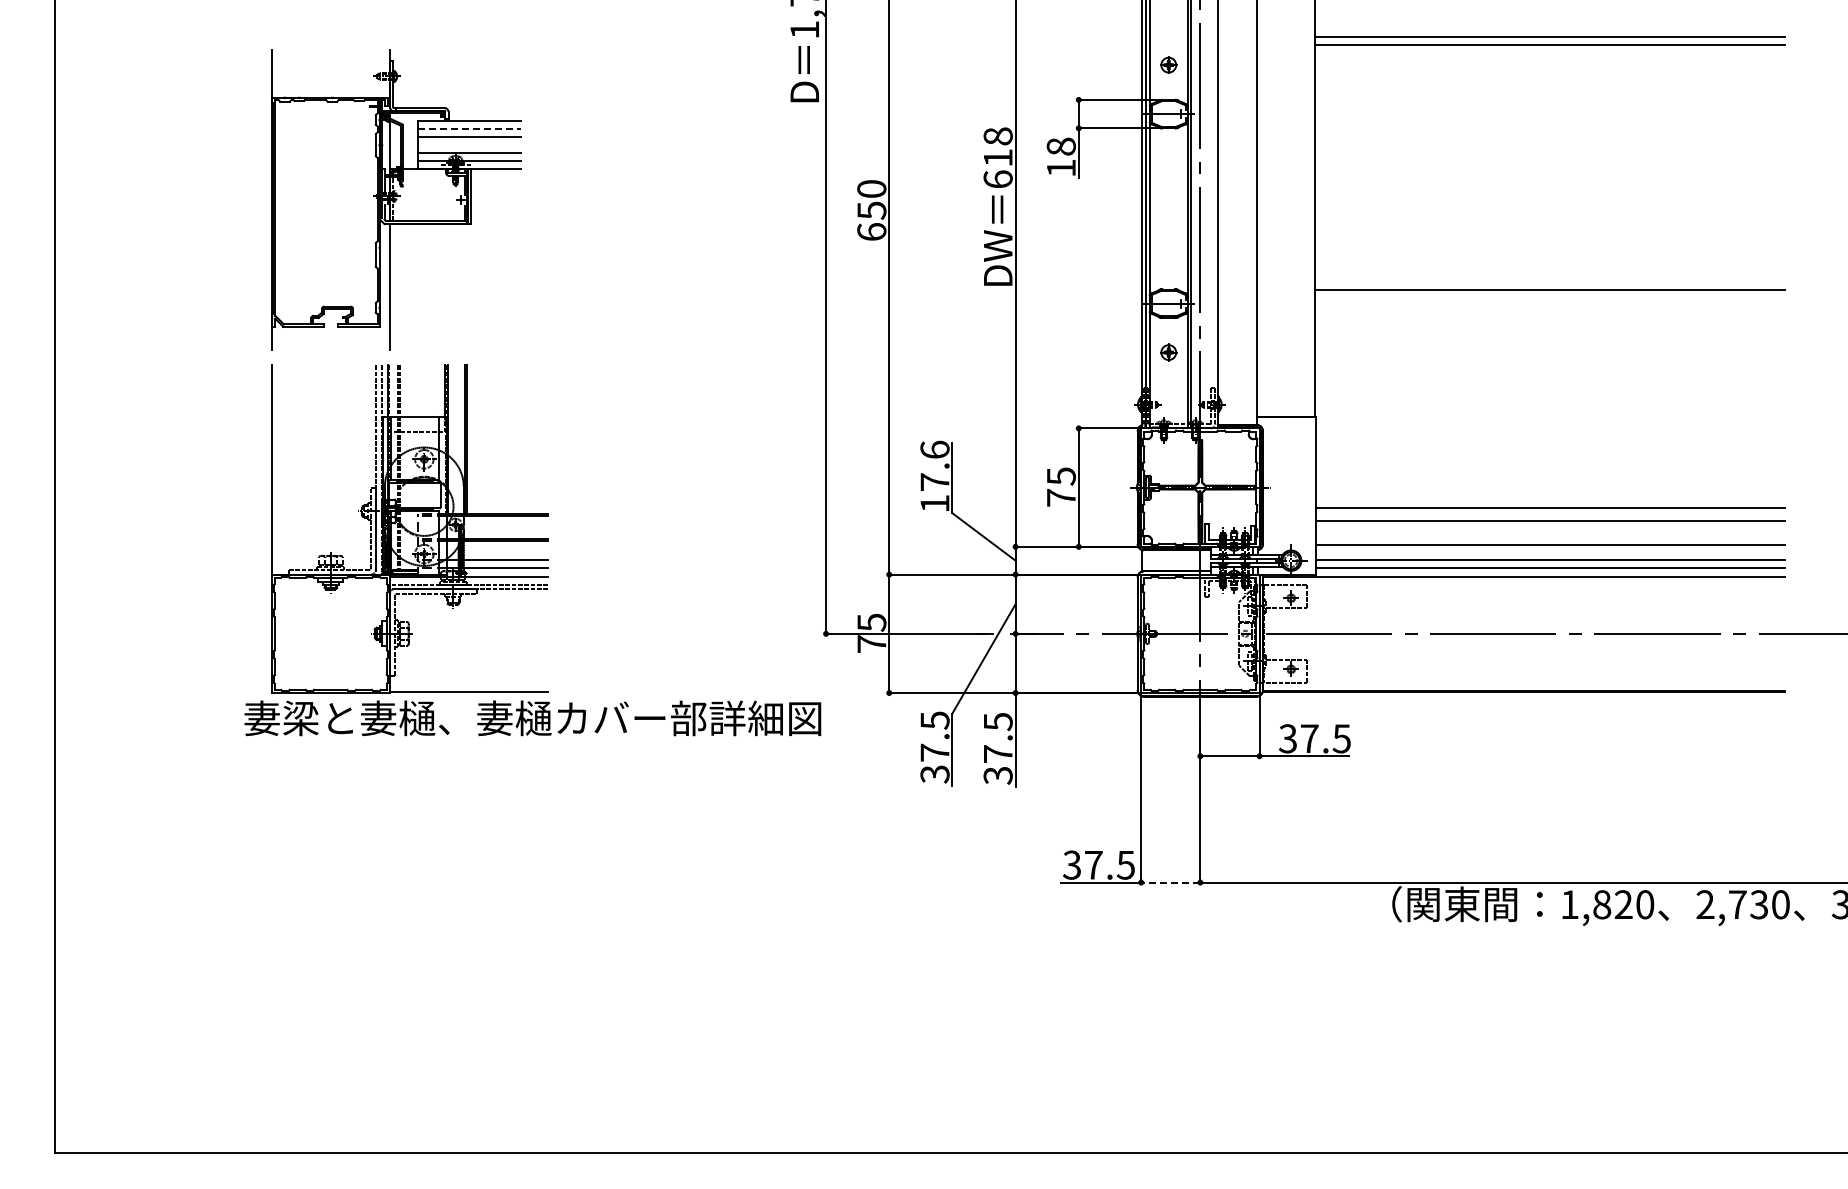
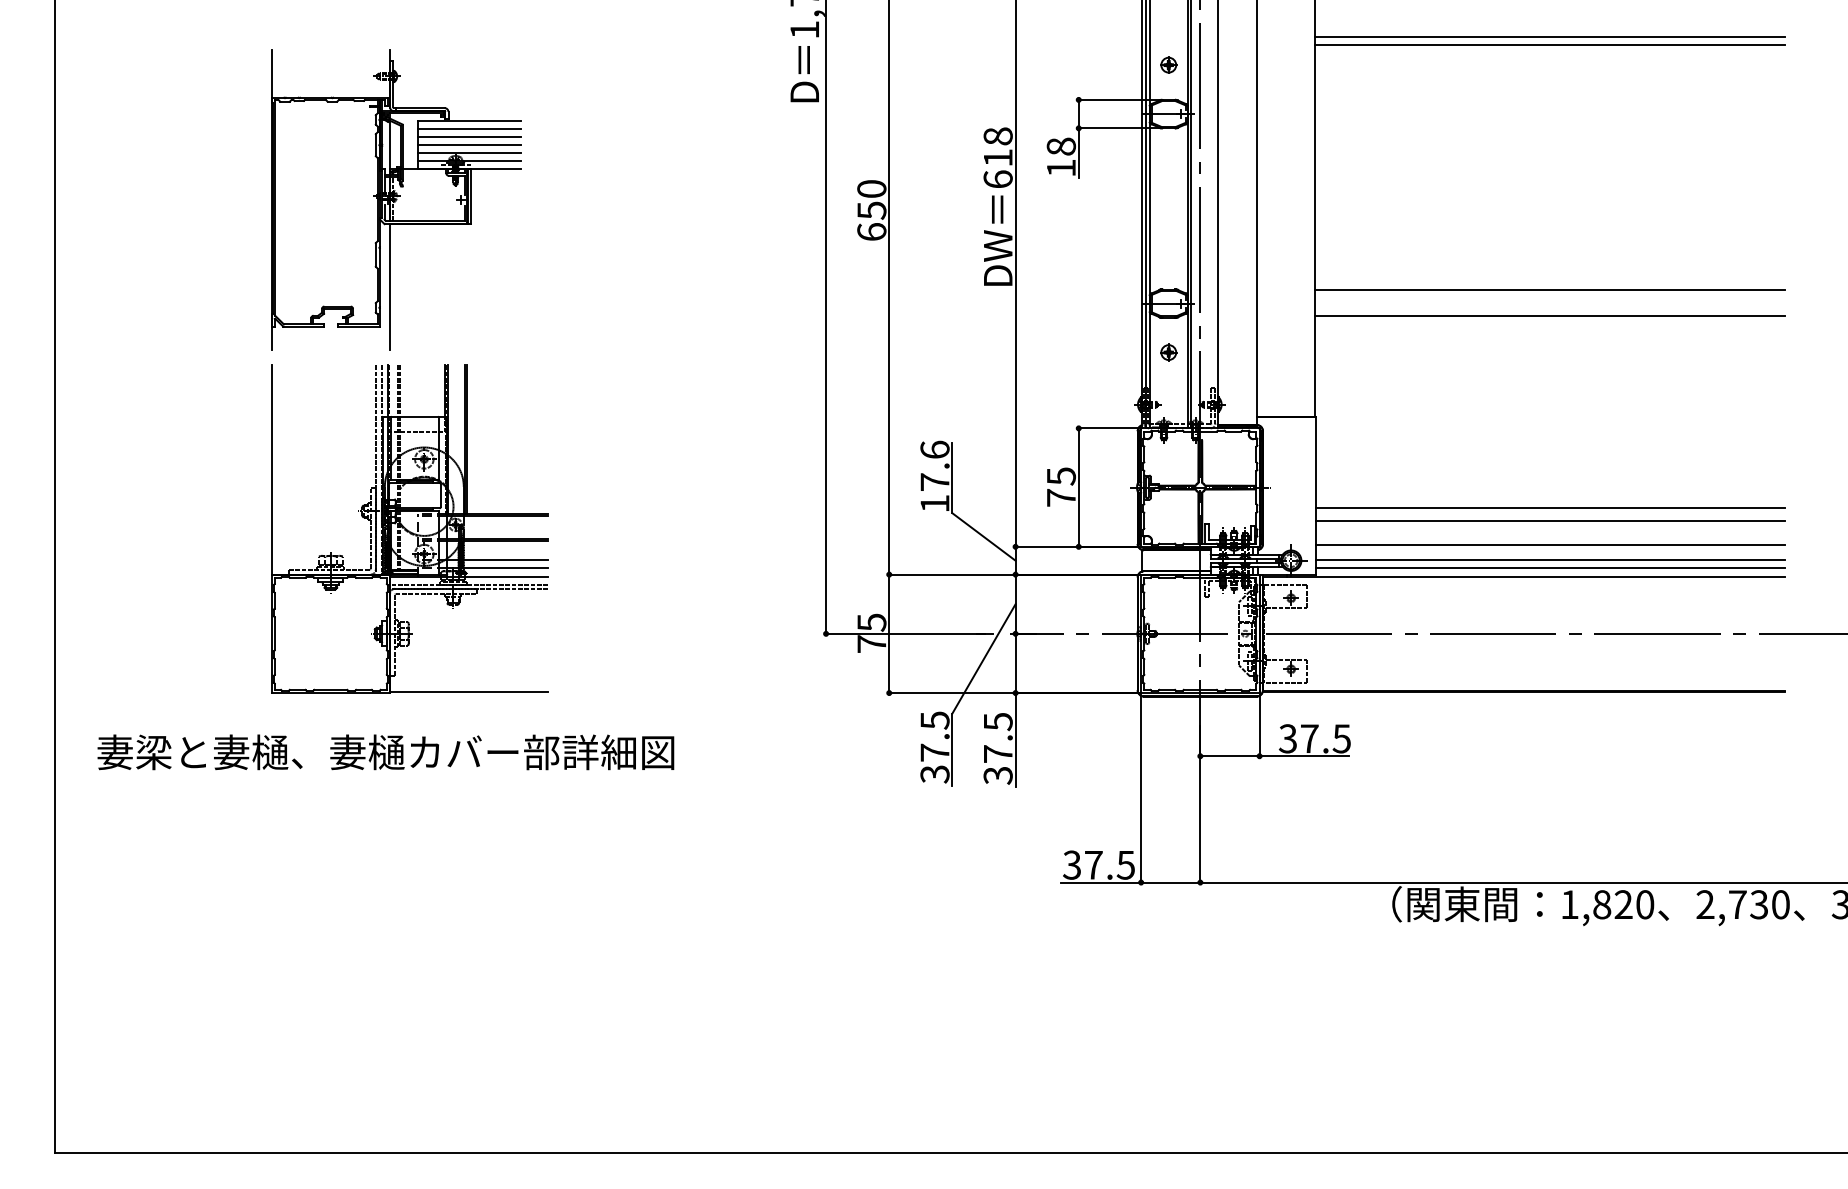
line at (469, 129): dashed -> solid
line at (469, 145): none -> present
line at (1549, 315): none -> present
text at (532, 718) position: (532, 718) -> (385, 752)
line at (1170, 882): dashed -> solid
